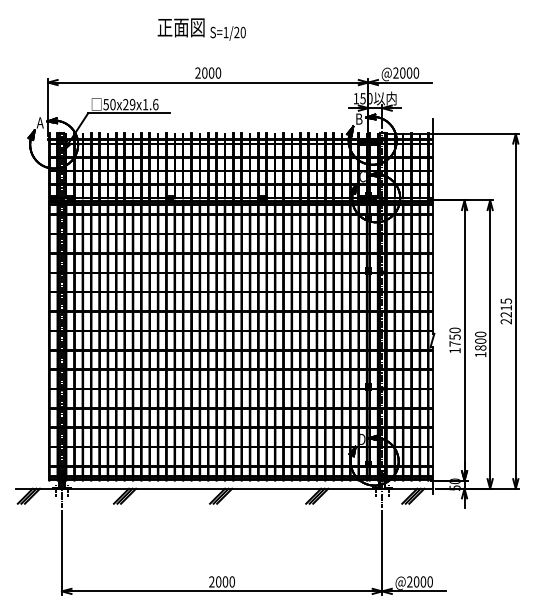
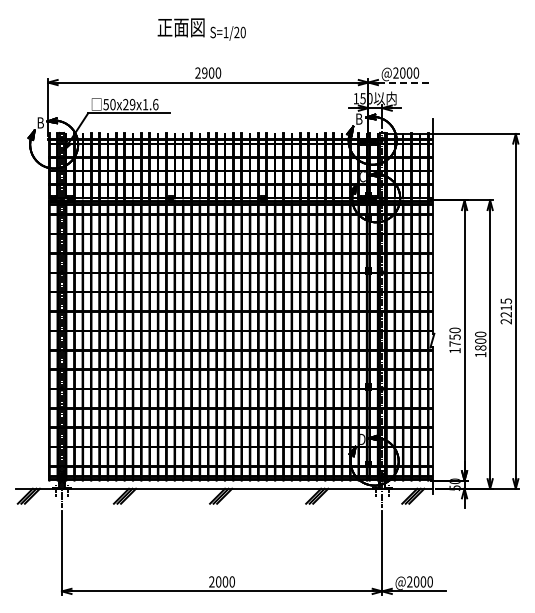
text at (204, 72): 2000 -> 2900
line at (405, 82): solid -> dashed
text at (39, 122): A -> B
